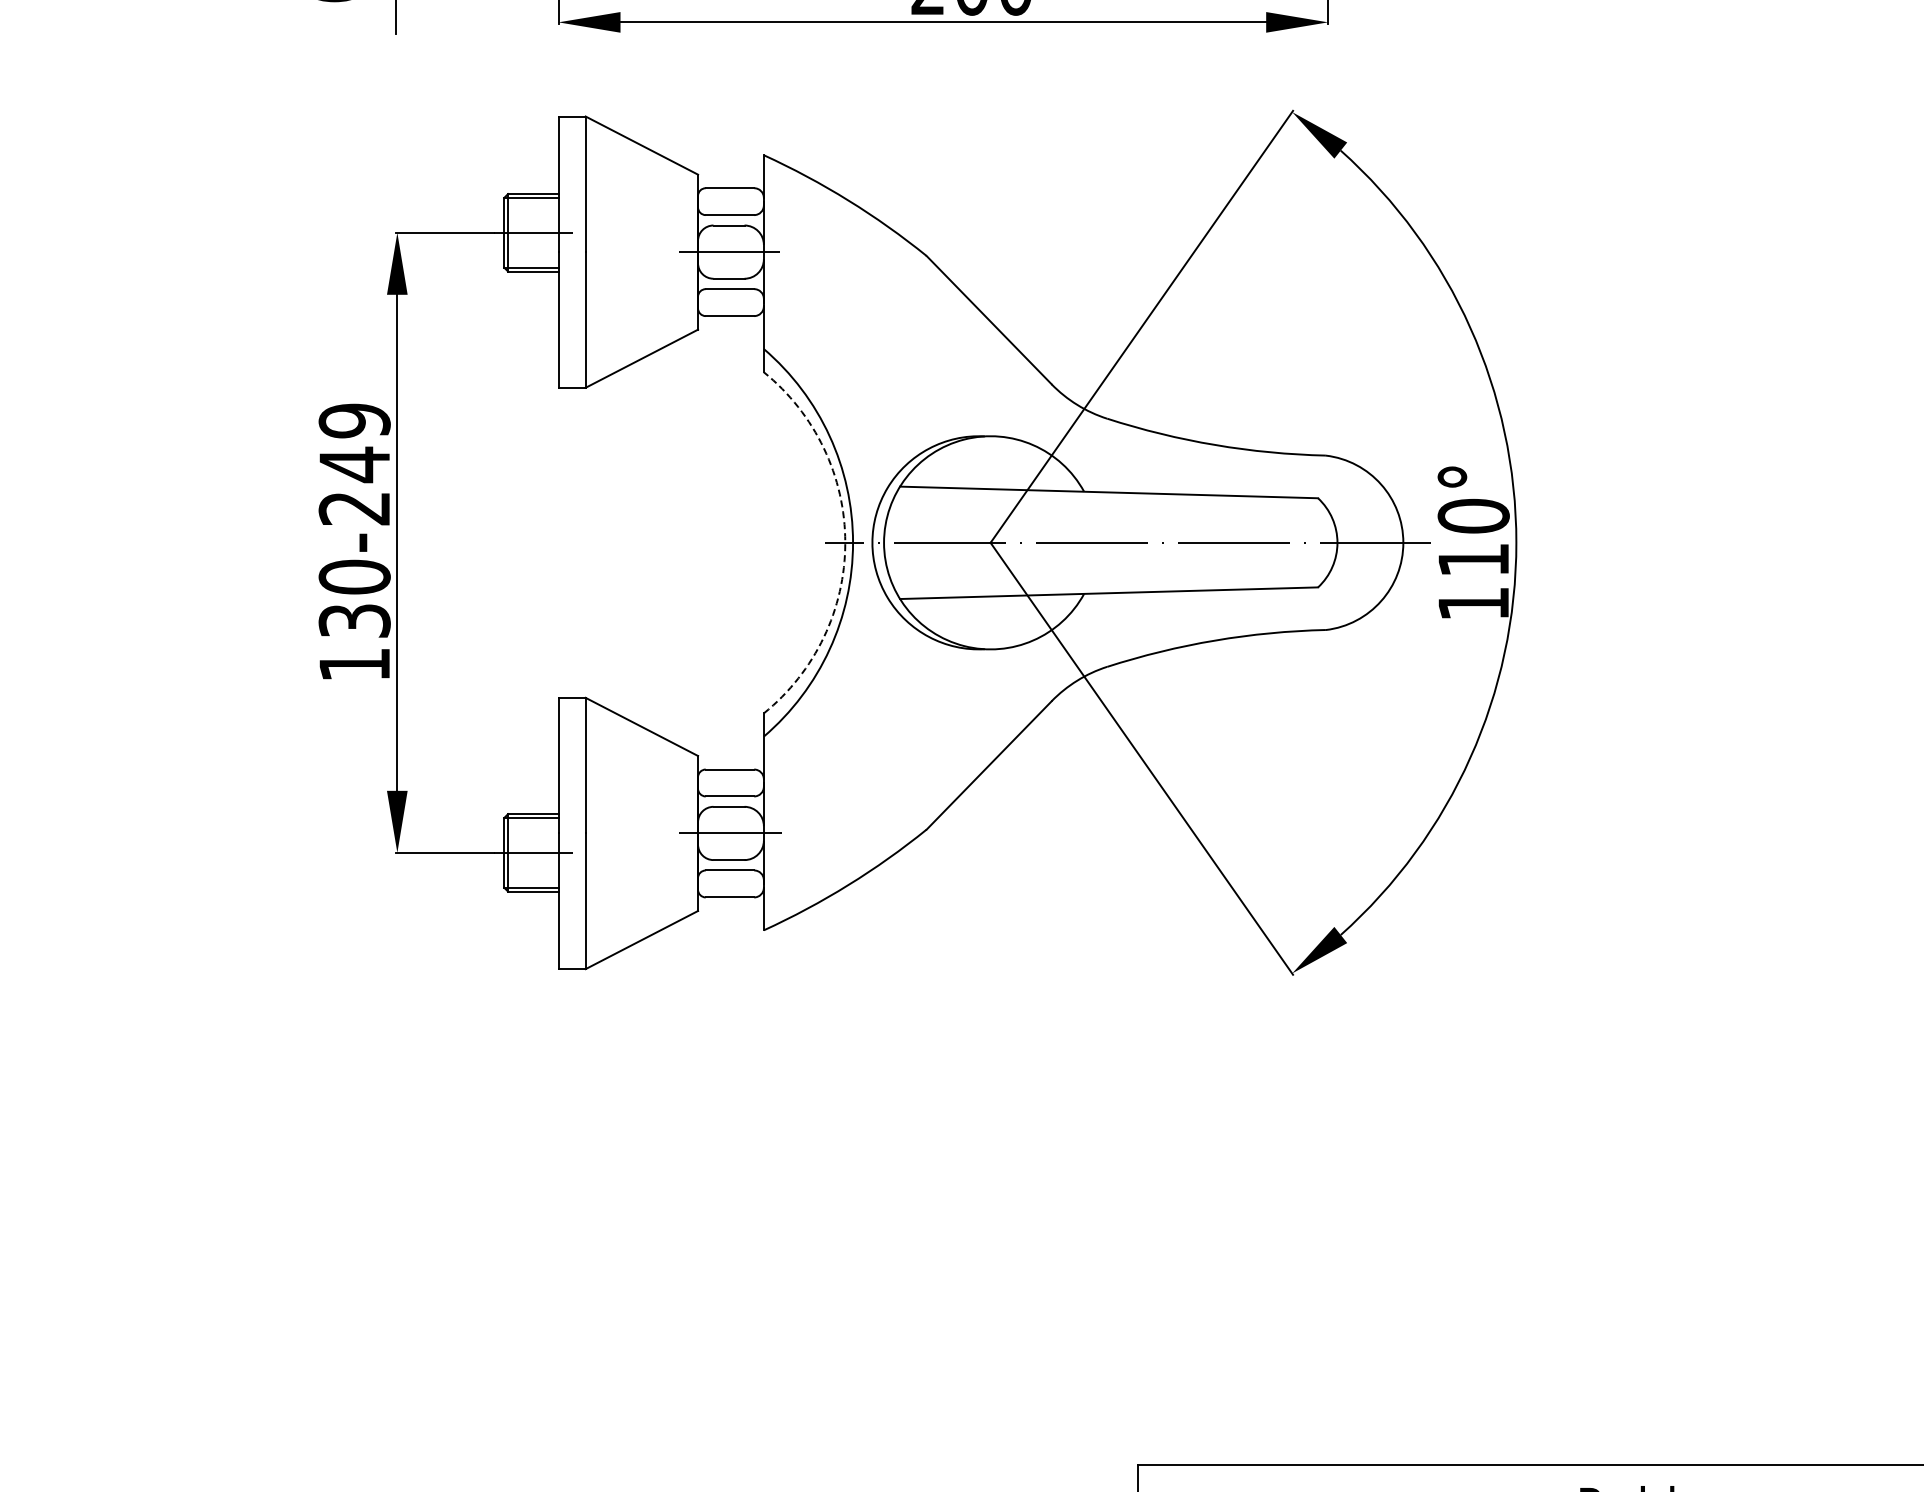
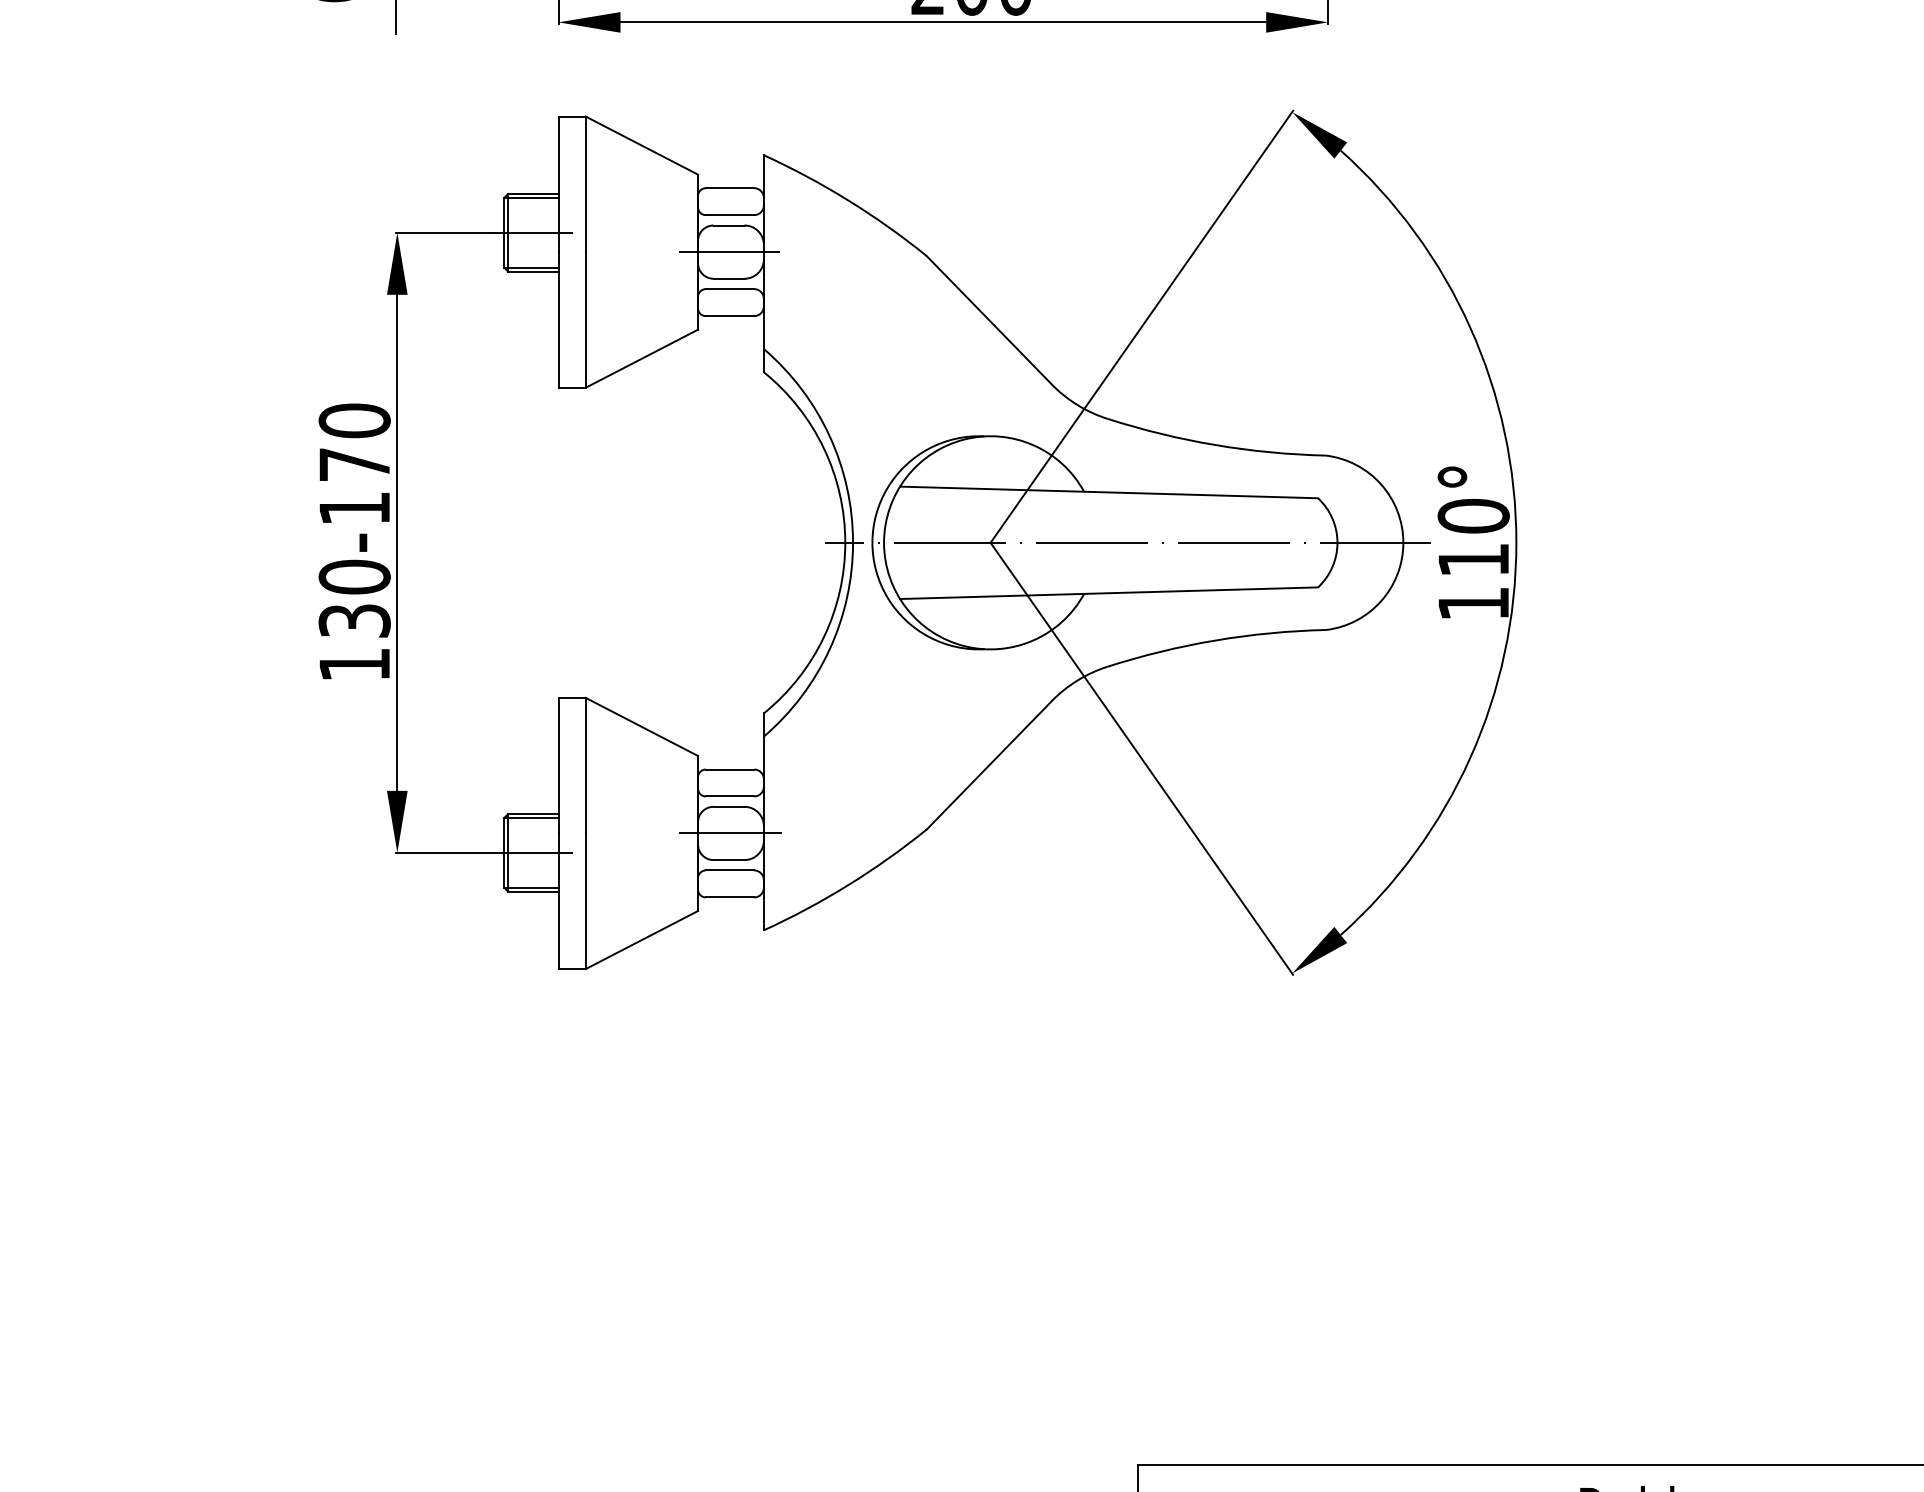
text at (354, 464): 130-249 -> 130-170
arc at (845, 542): dashed -> solid
